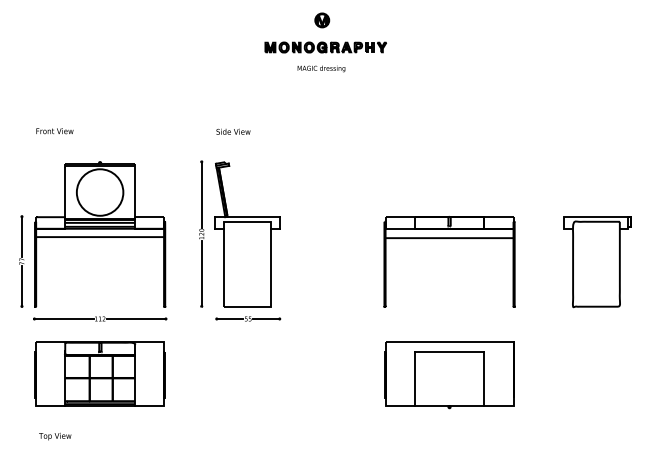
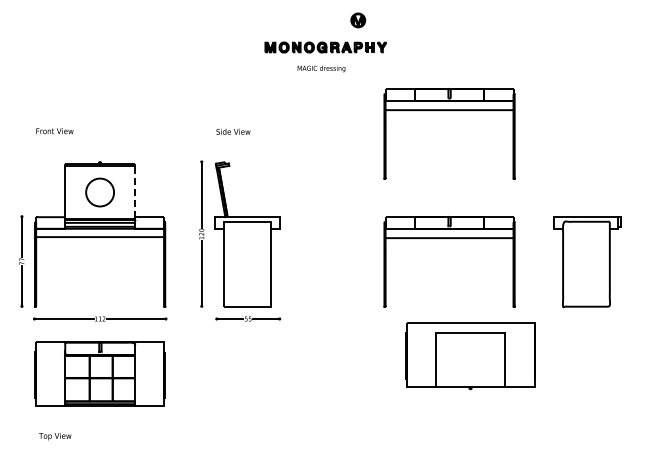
part at (322, 20) position: (322, 20) -> (358, 20)
part at (449, 110): none -> present
circle at (99, 192) diameter: 47 px -> 28 px
line at (134, 194): solid -> dashed
part at (597, 262) position: (597, 262) -> (587, 262)
part at (449, 375) position: (449, 375) -> (470, 356)
